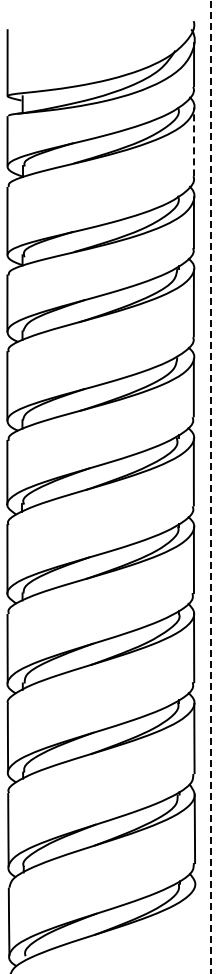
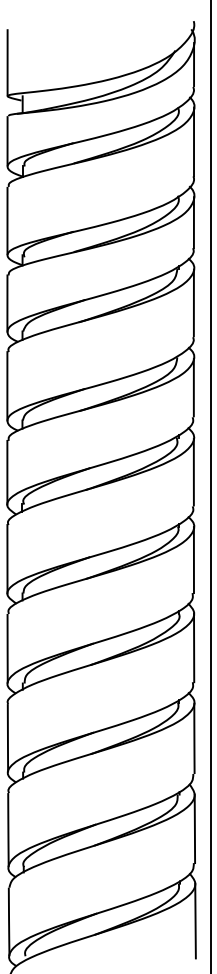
line at (194, 141): dashed -> solid
line at (210, 487): dashed -> solid
line at (195, 920): none -> present
